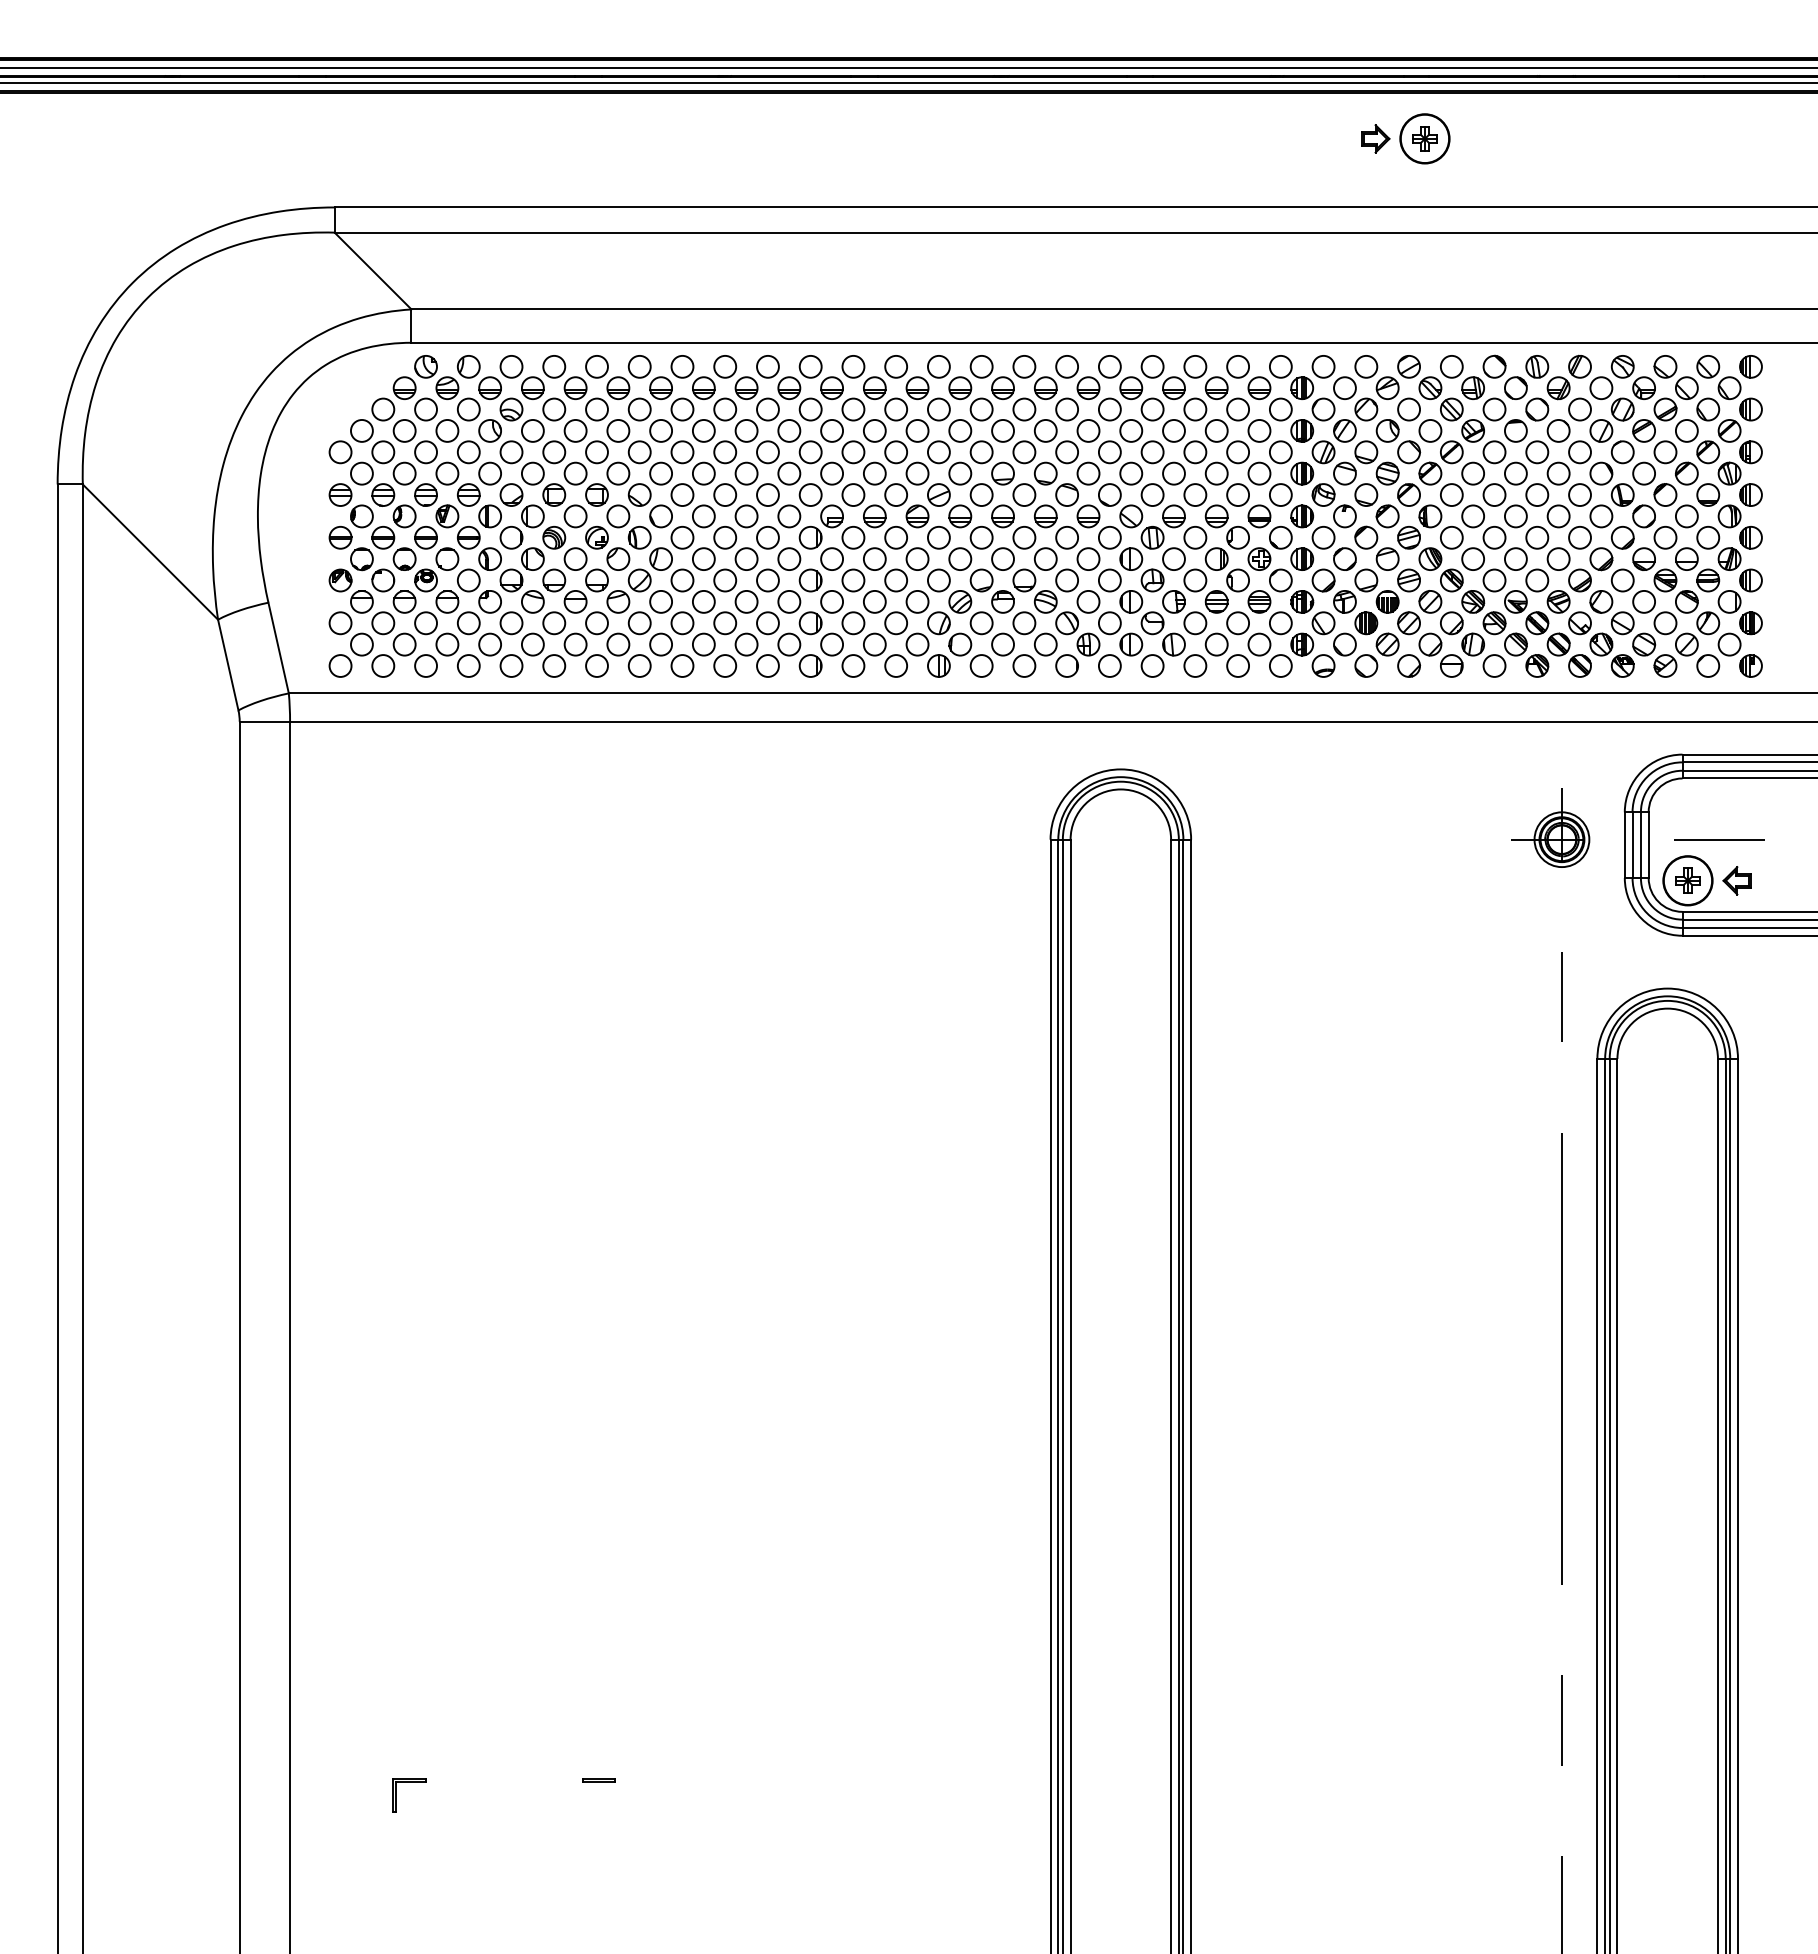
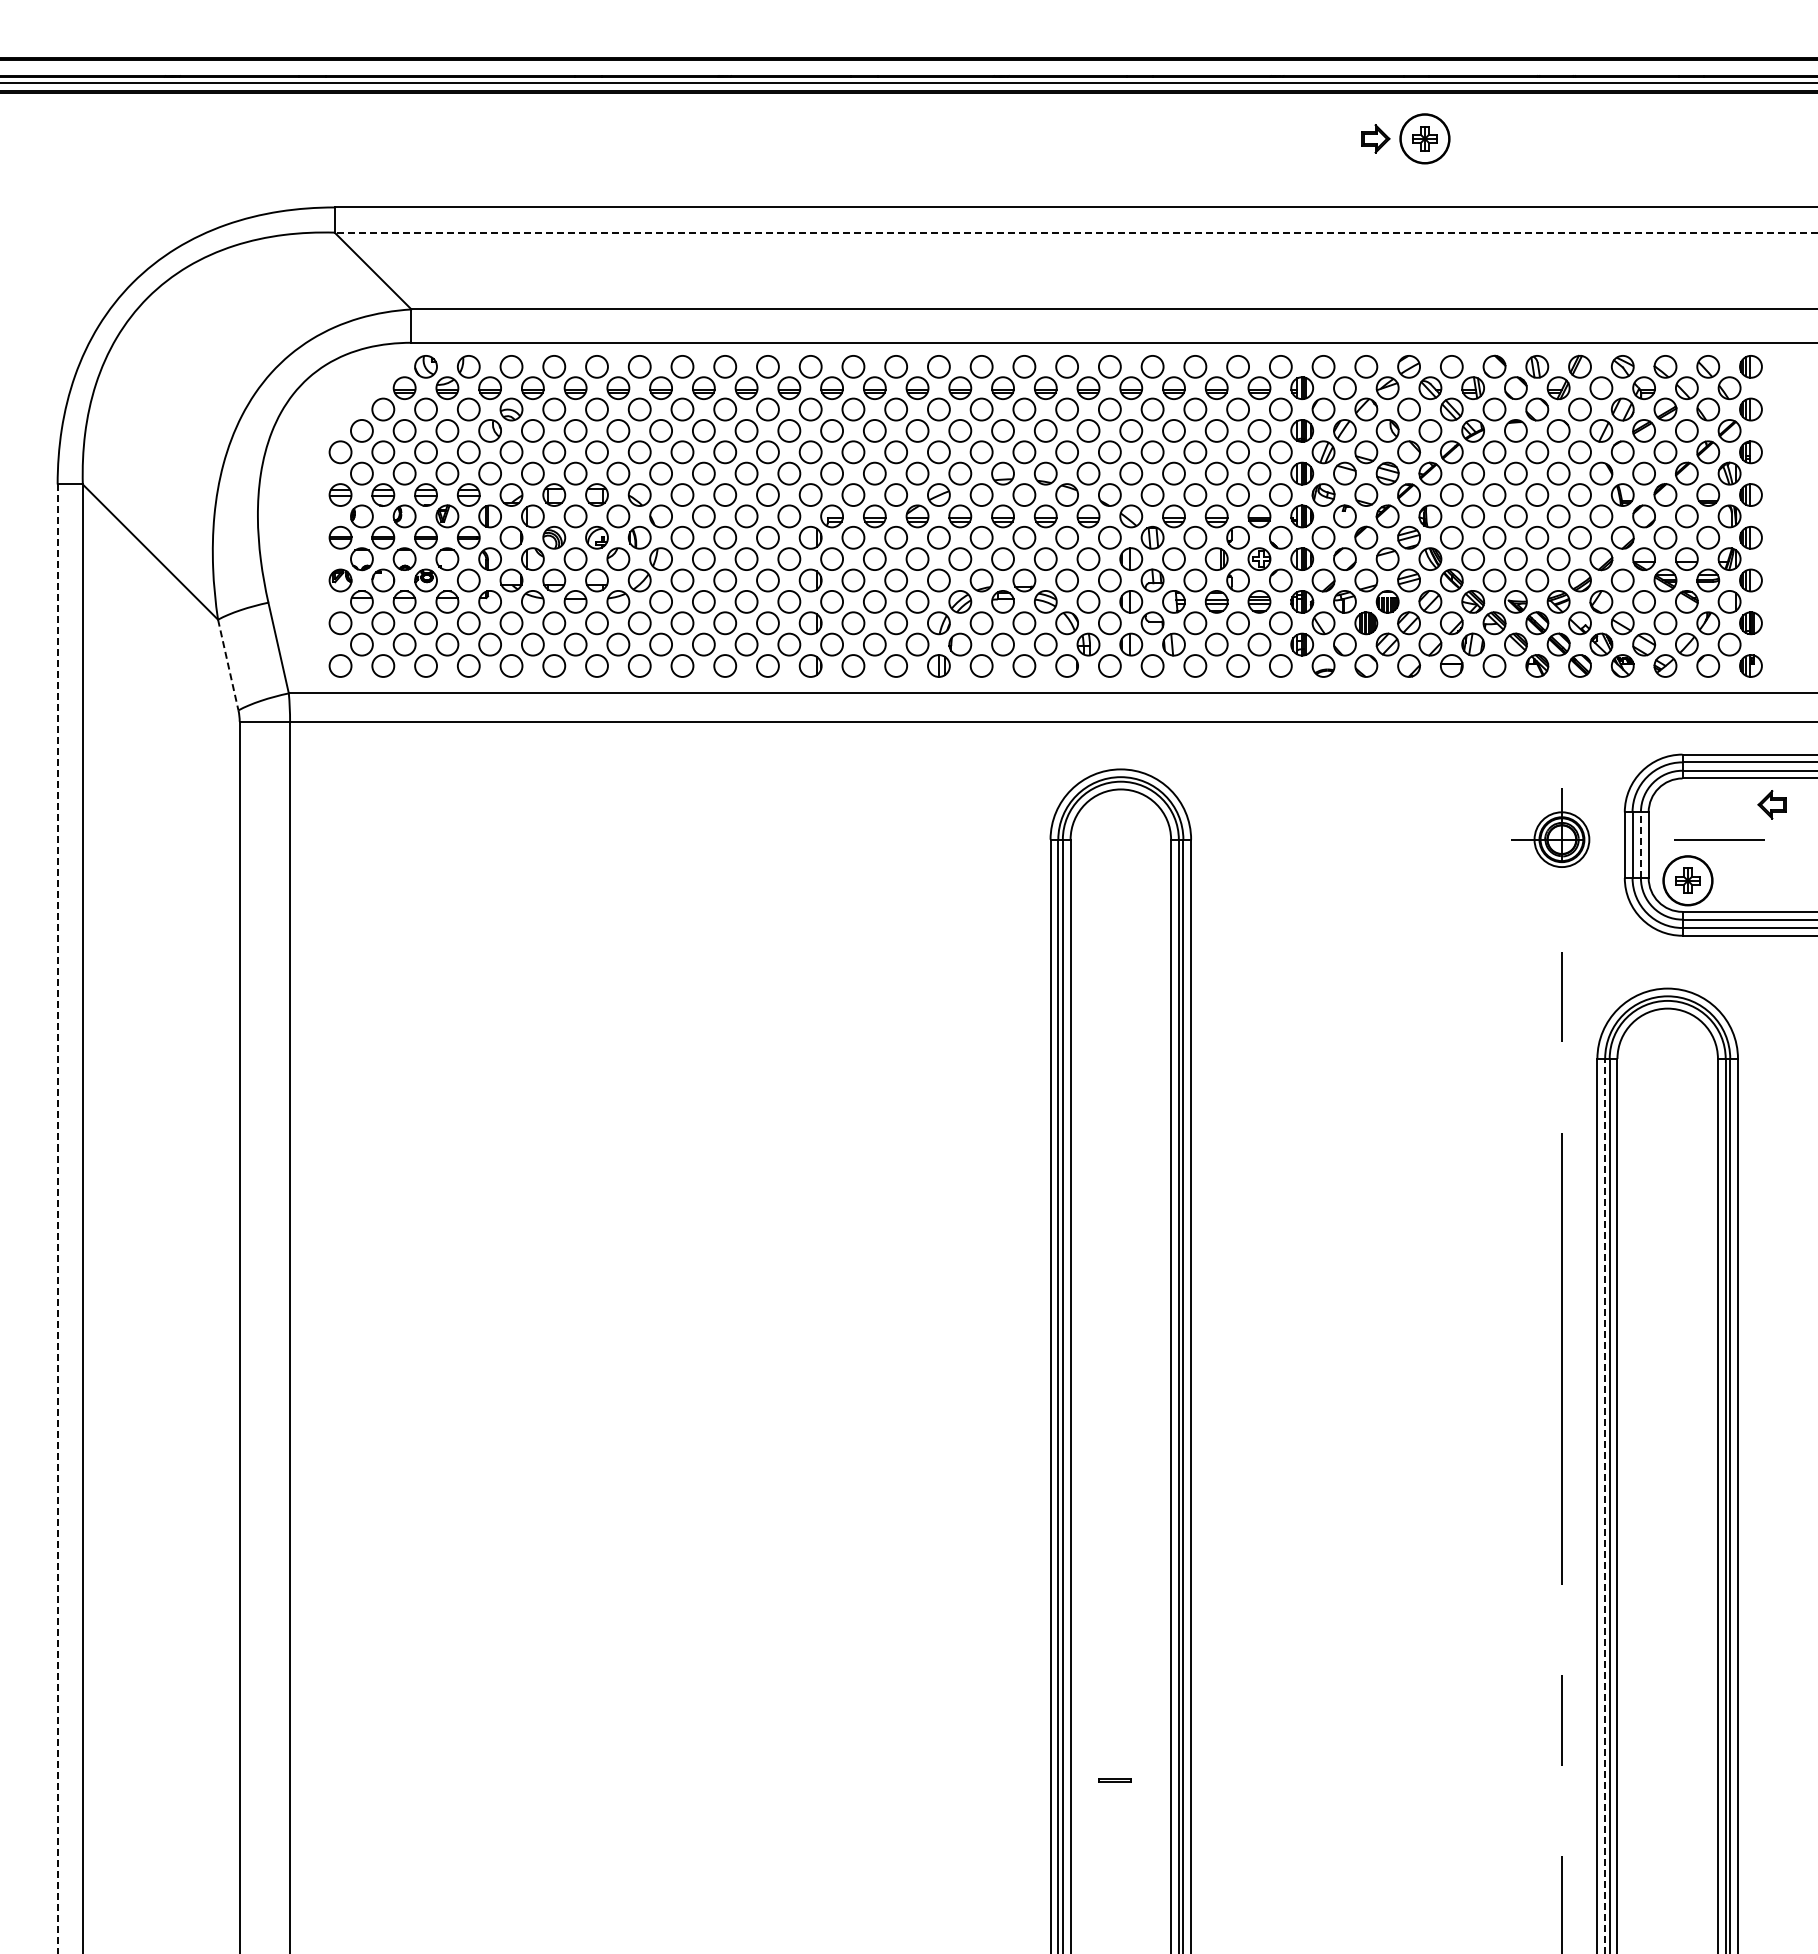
line at (908, 67): present -> none
line at (1075, 232): solid -> dashed
line at (228, 665): solid -> dashed
line at (1640, 845): solid -> dashed
part at (1736, 880) position: (1736, 880) -> (1771, 804)
line at (57, 1219): solid -> dashed
line at (1605, 1505): solid -> dashed
line at (598, 1779) position: (598, 1779) -> (1114, 1779)
part at (409, 1782): present -> none
